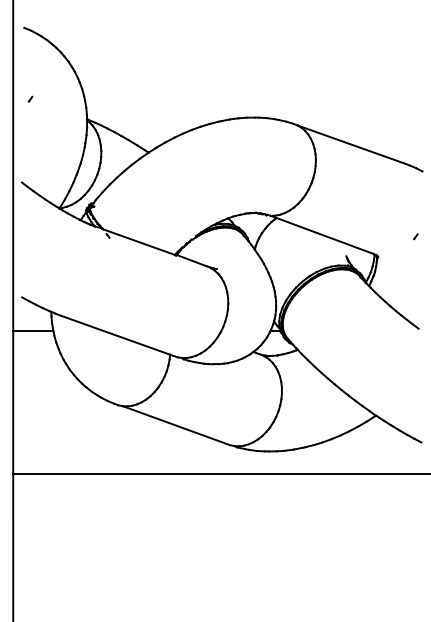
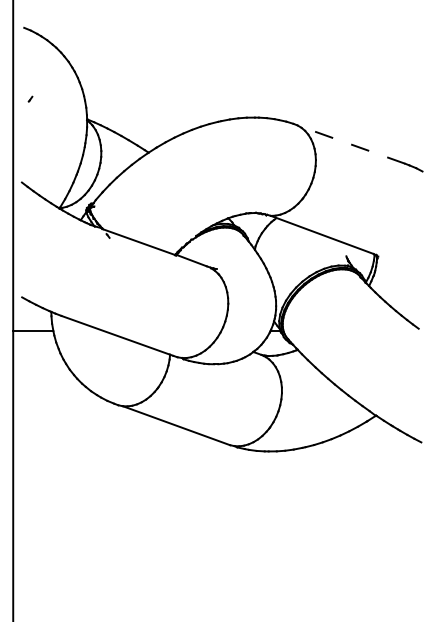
line at (350, 144): solid -> dashed
part at (415, 236): present -> none
line at (220, 473): present -> none
